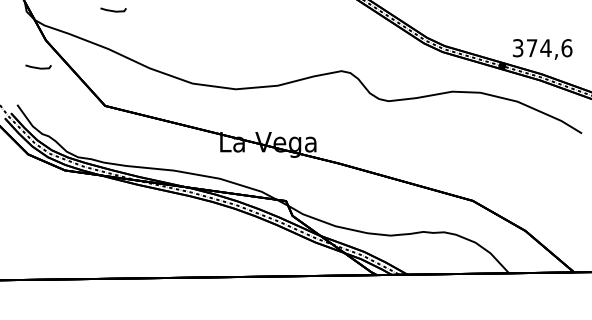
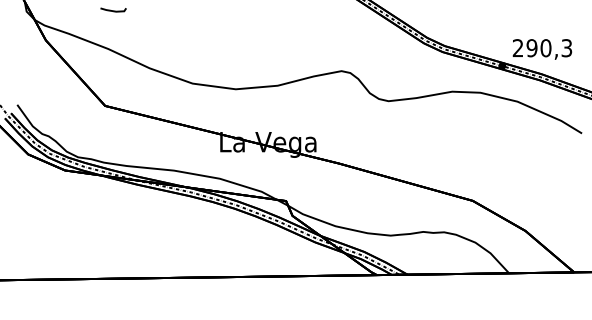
text at (542, 48): 374,6 -> 290,3
line at (38, 67): present -> none
